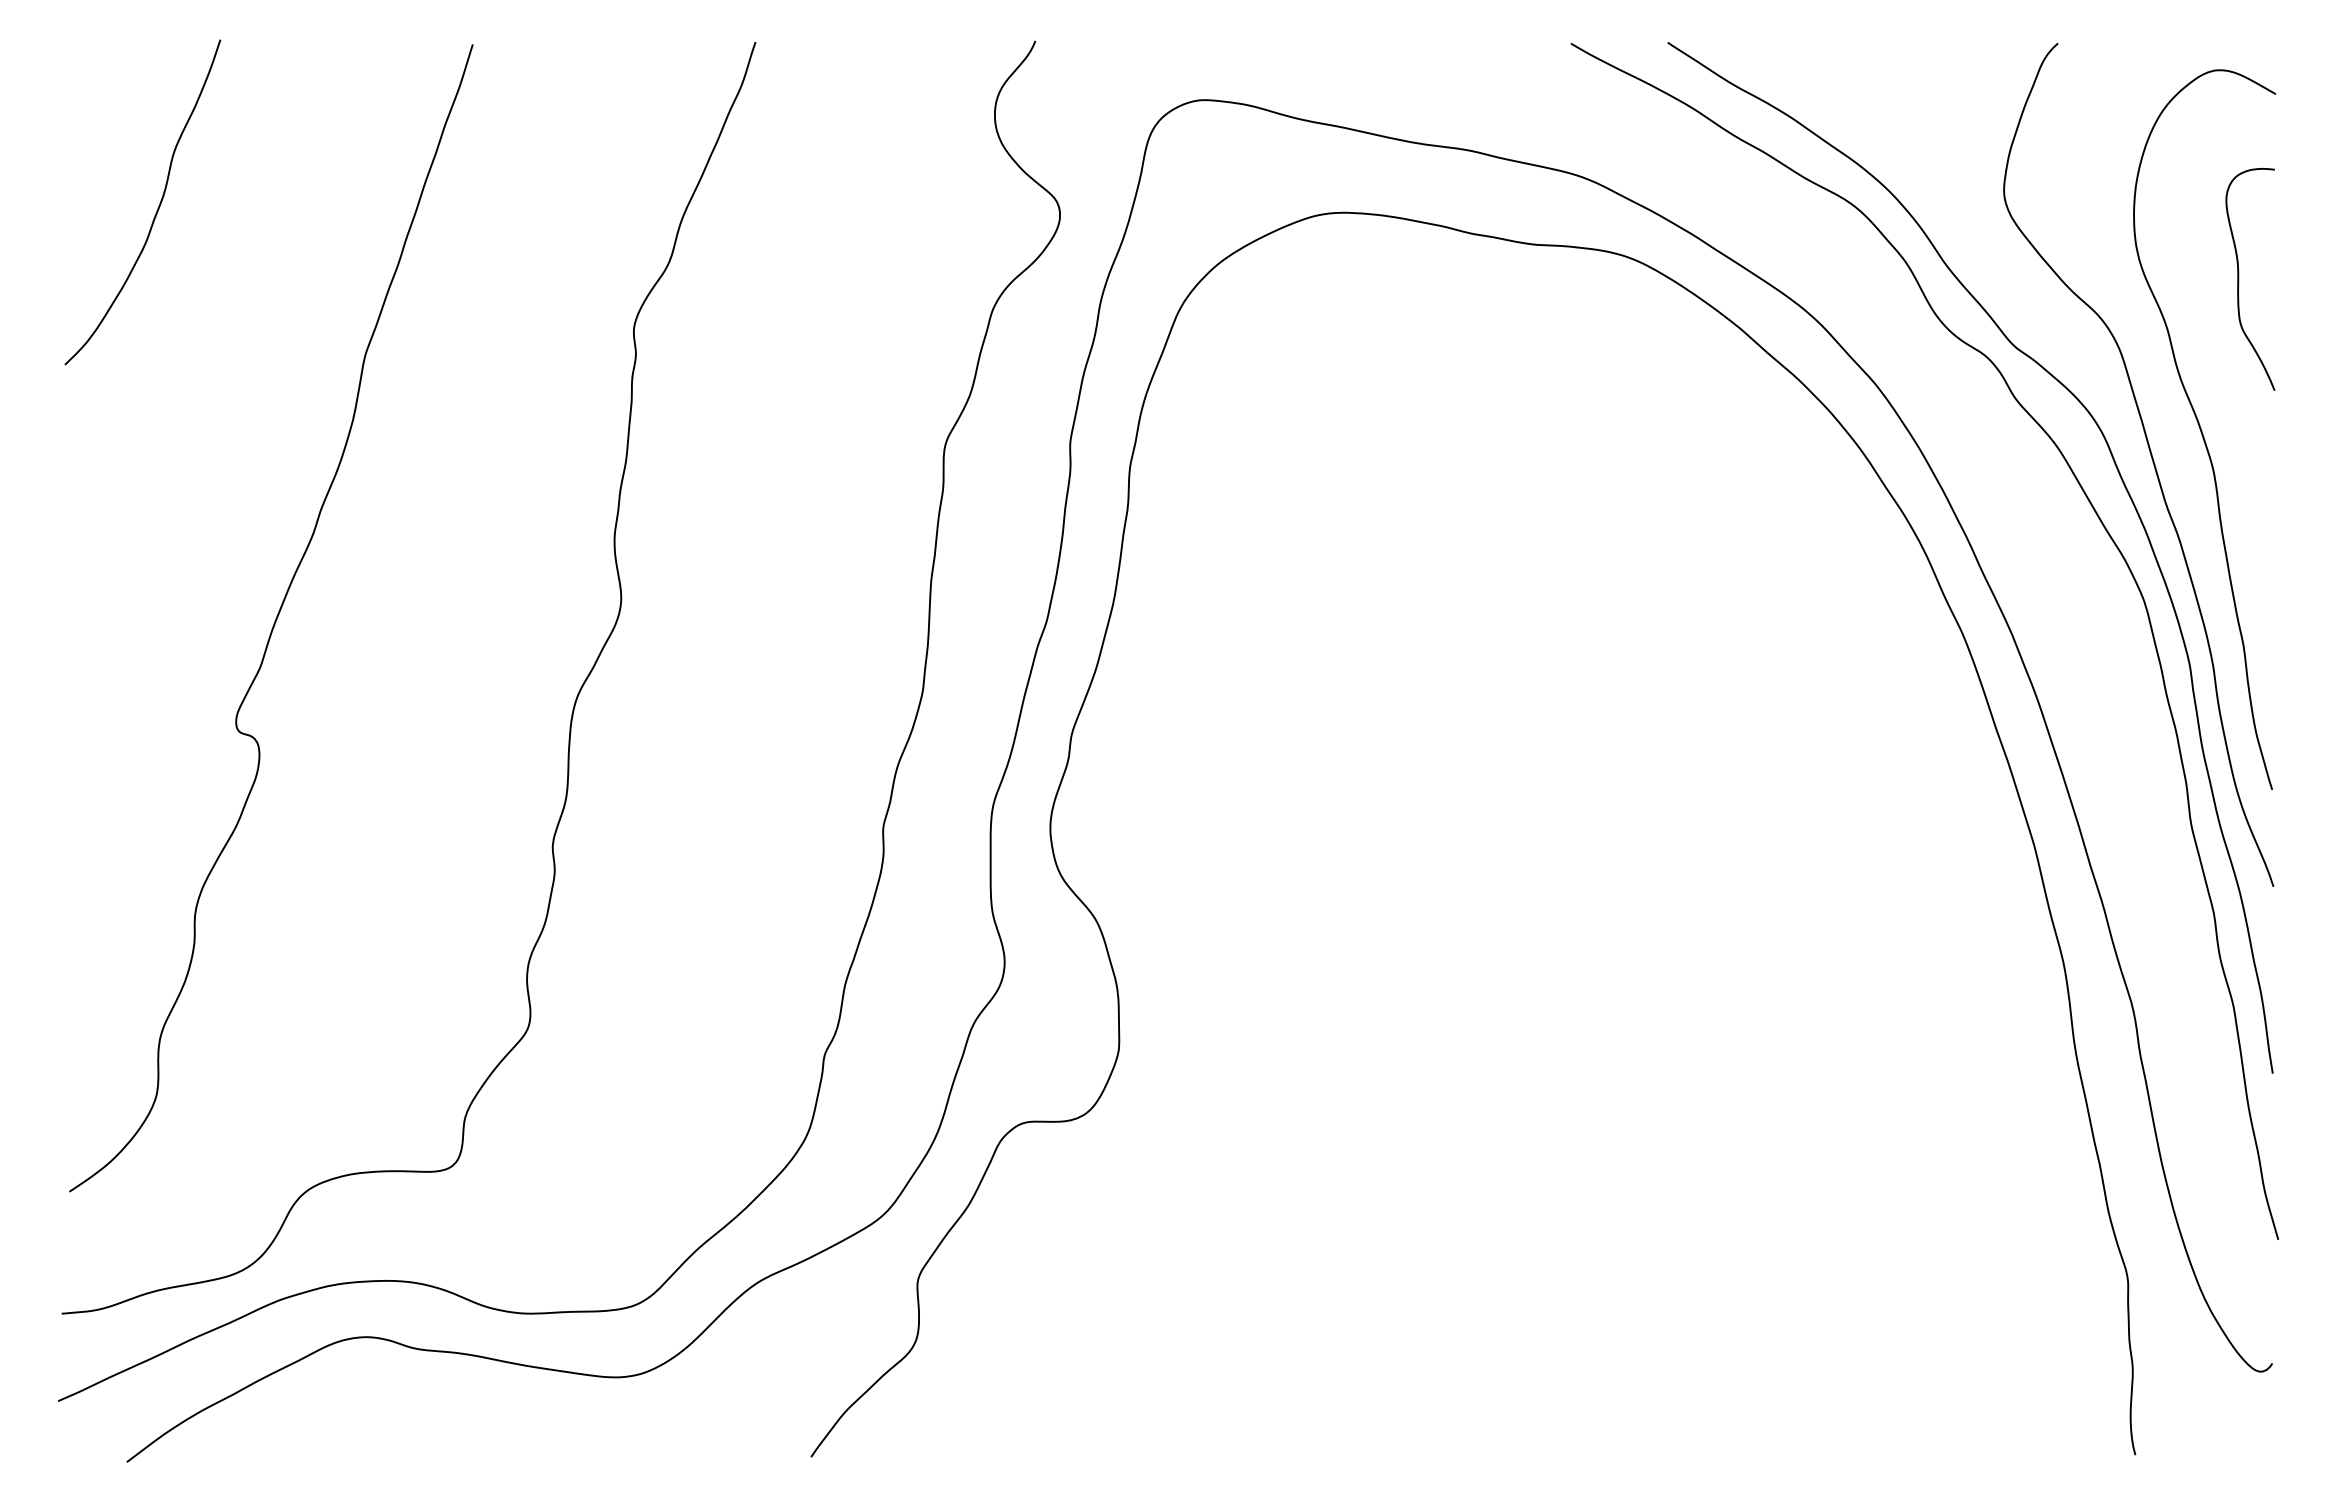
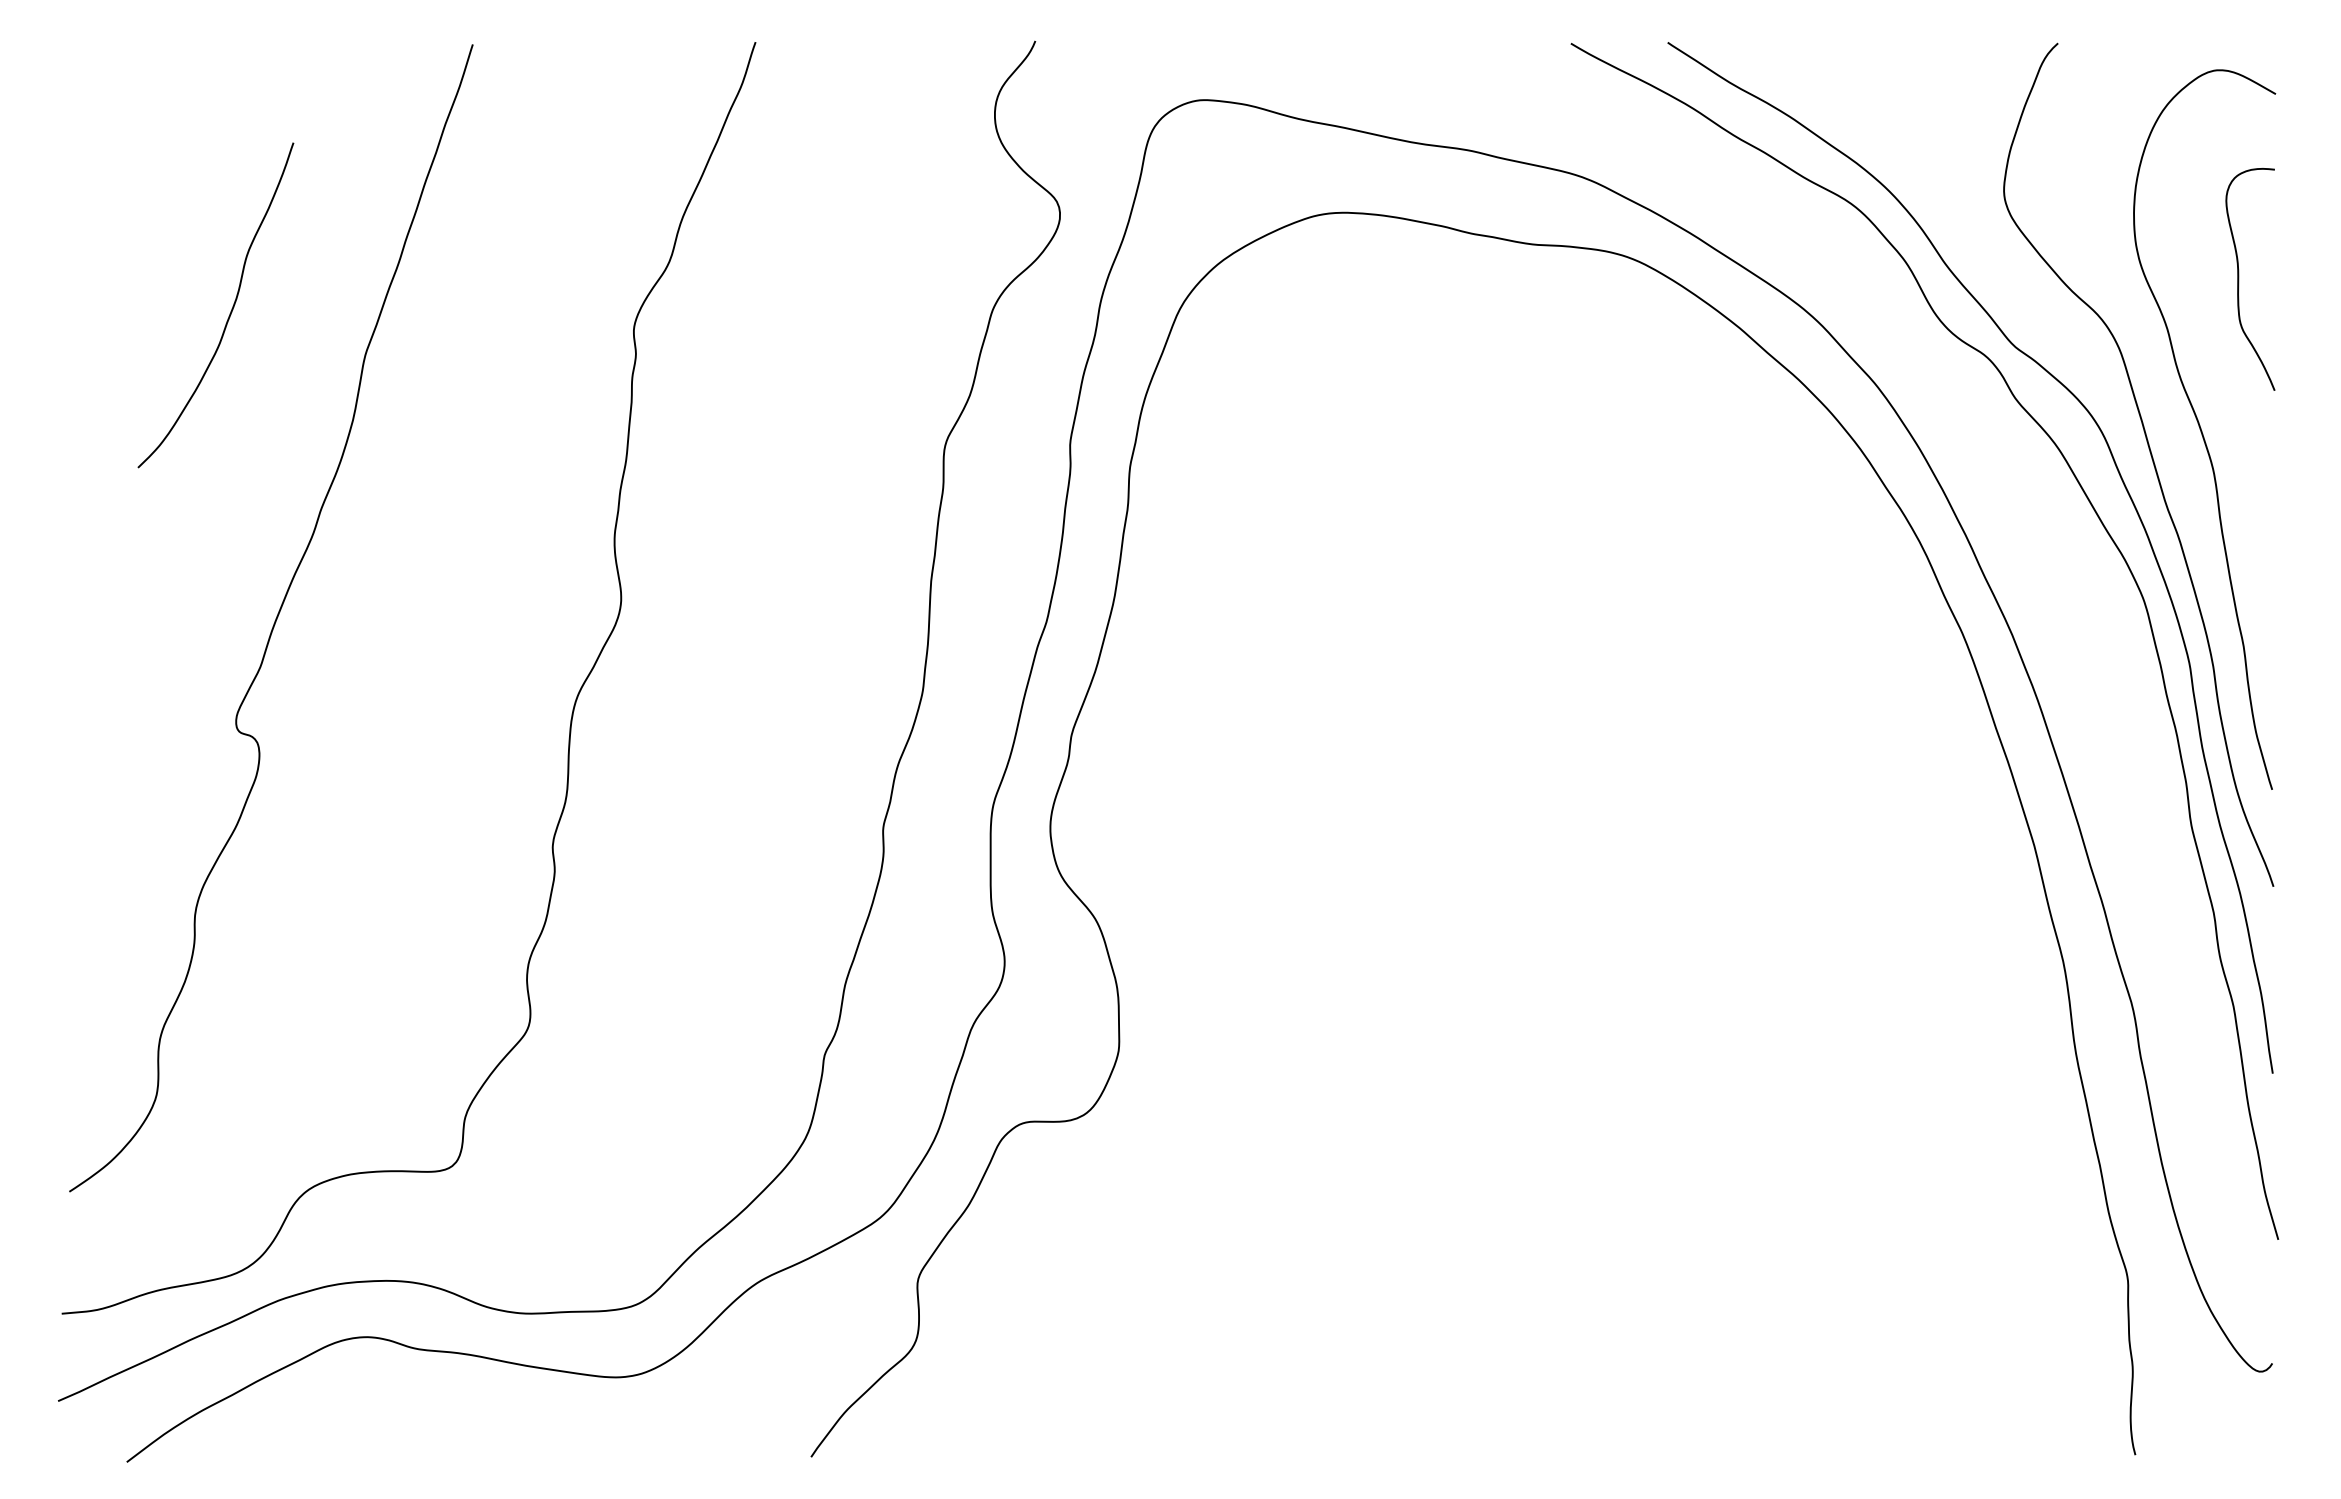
curve at (156, 210) position: (156, 210) -> (229, 313)
